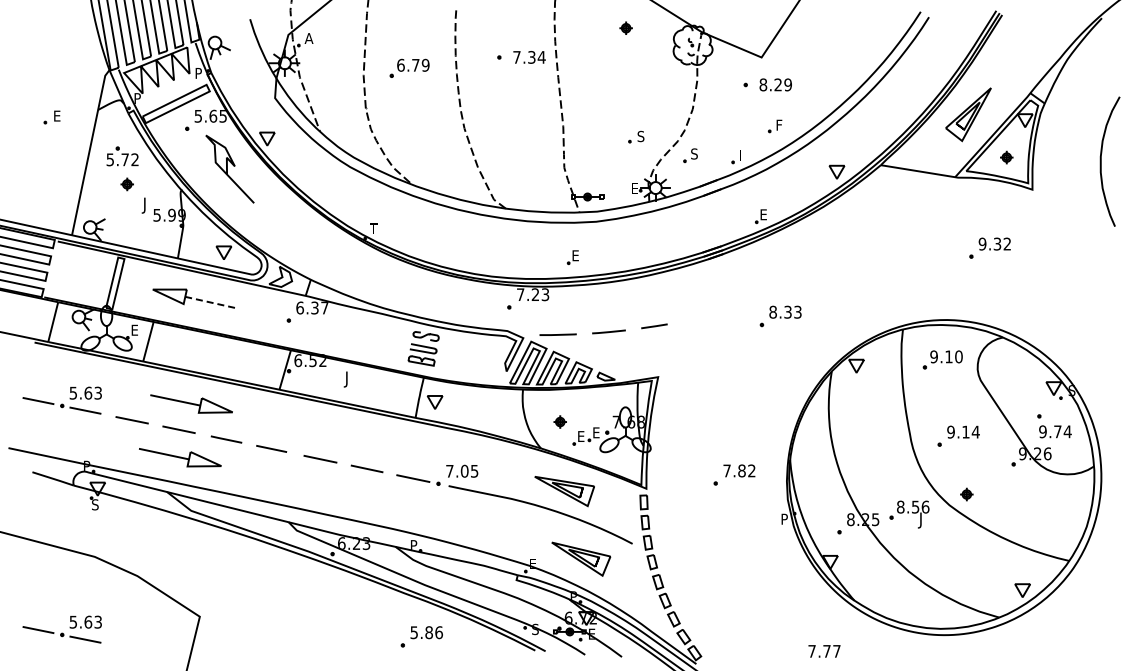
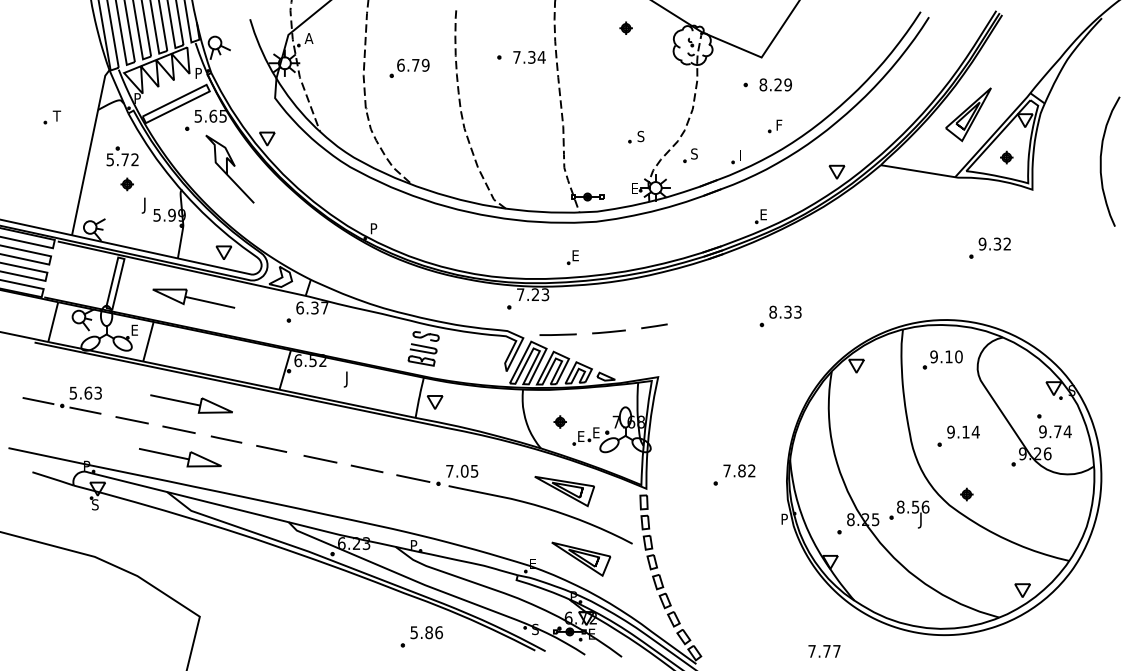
text at (56, 115): E -> T
text at (373, 228): T -> P
line at (210, 302): dashed -> solid
part at (61, 629): present -> none
